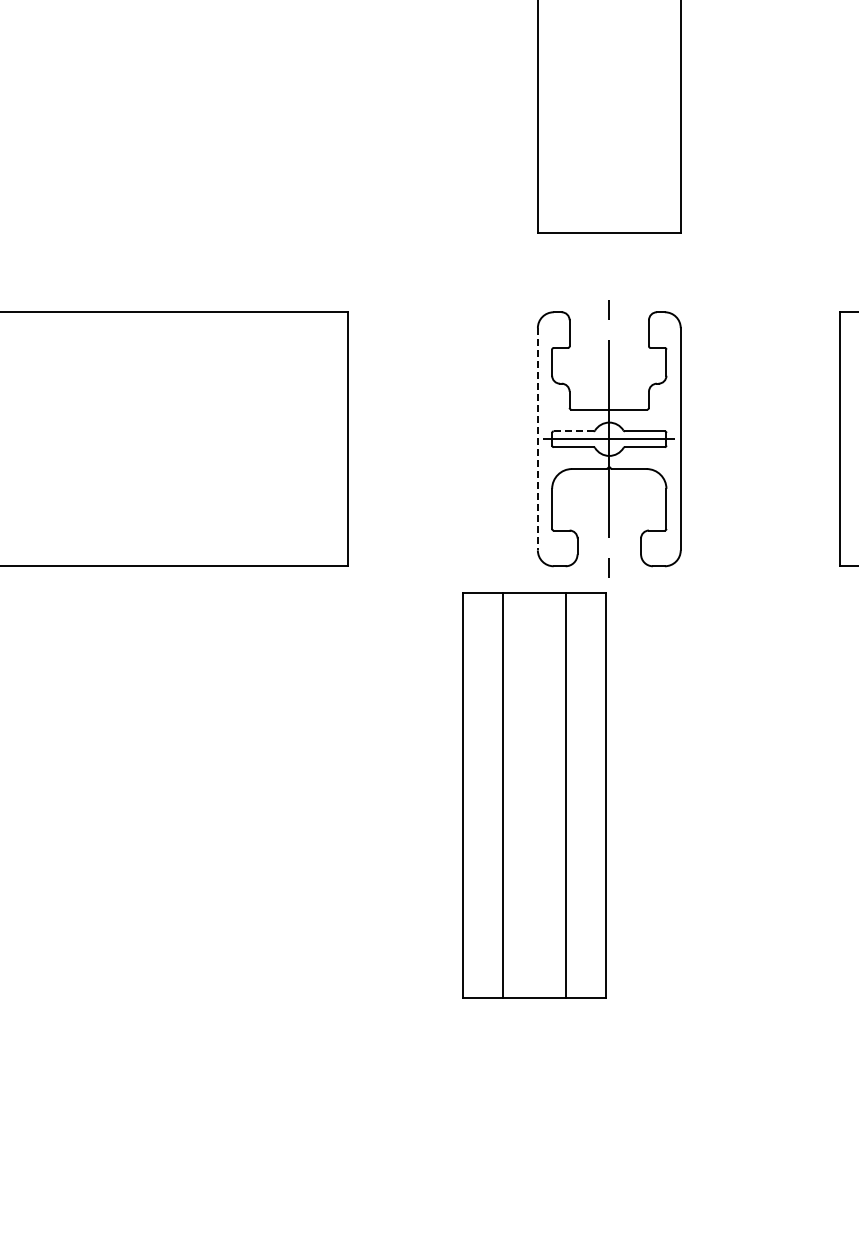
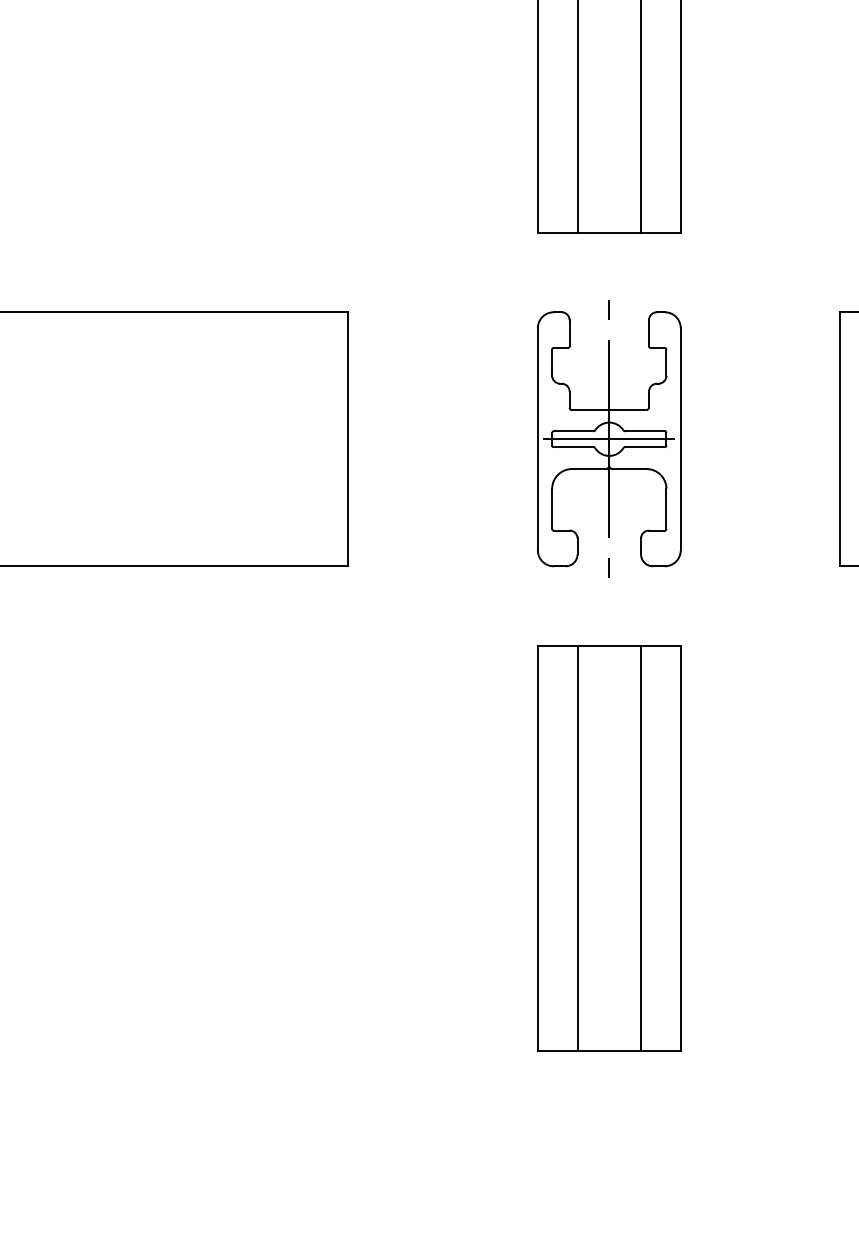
line at (577, 117): none -> present
line at (641, 117): none -> present
line at (573, 431): dashed -> solid
line at (537, 439): dashed -> solid
part at (534, 795) position: (534, 795) -> (609, 848)
